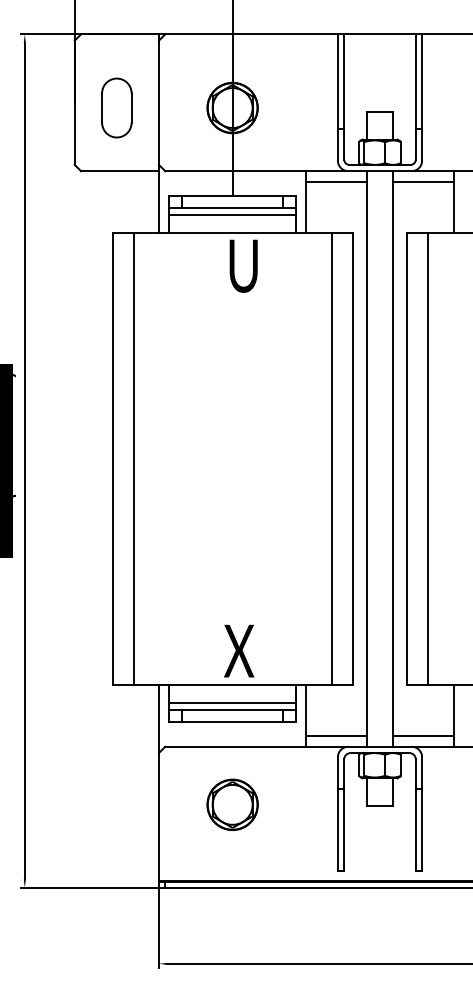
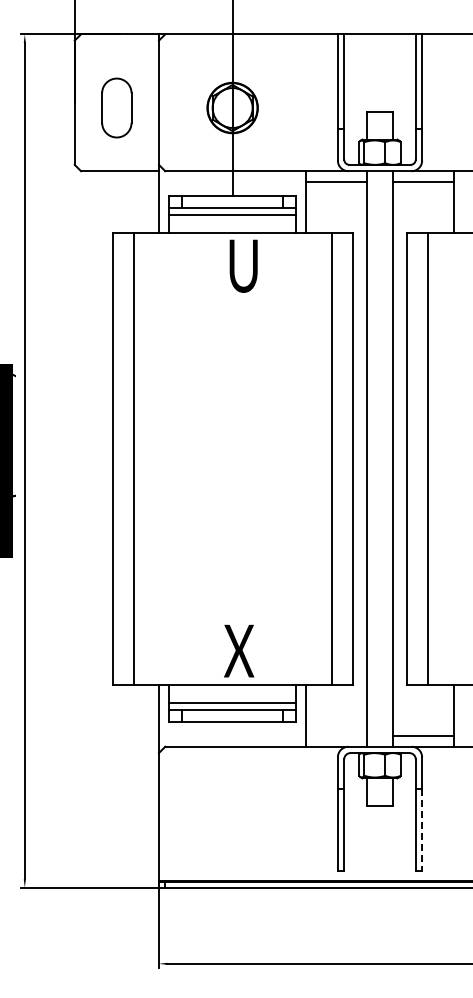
line at (336, 736): present -> none
part at (232, 804): present -> none
line at (422, 830): solid -> dashed
